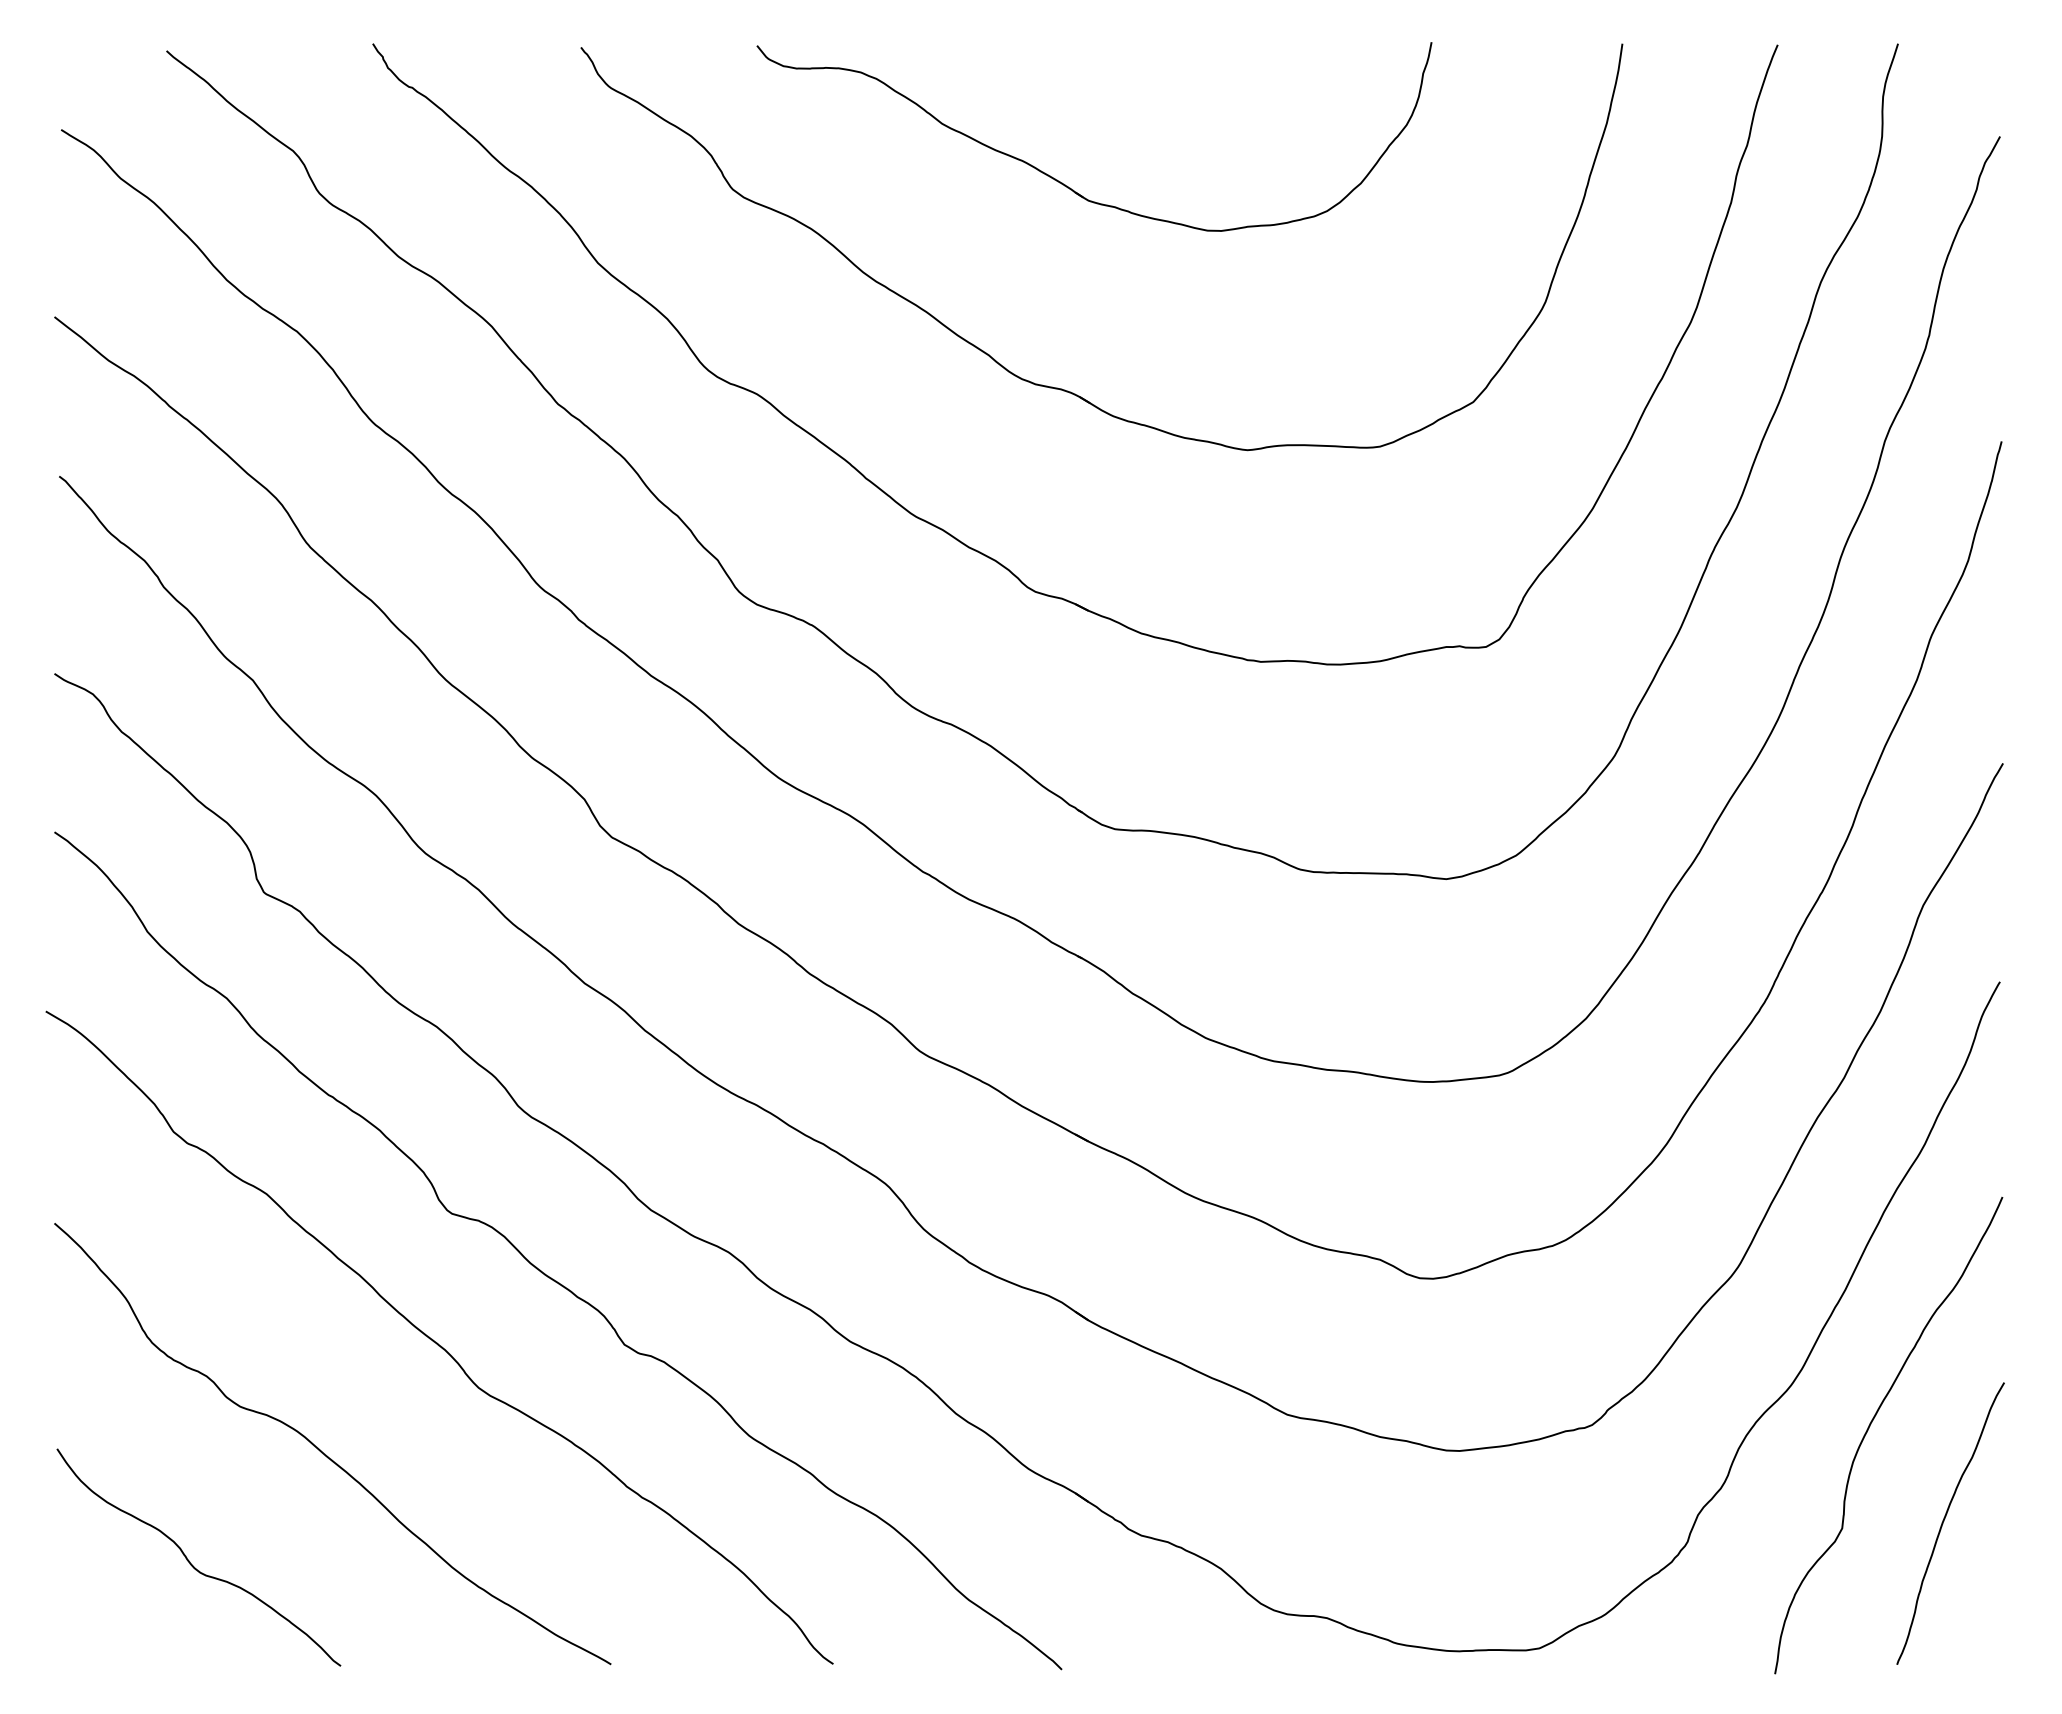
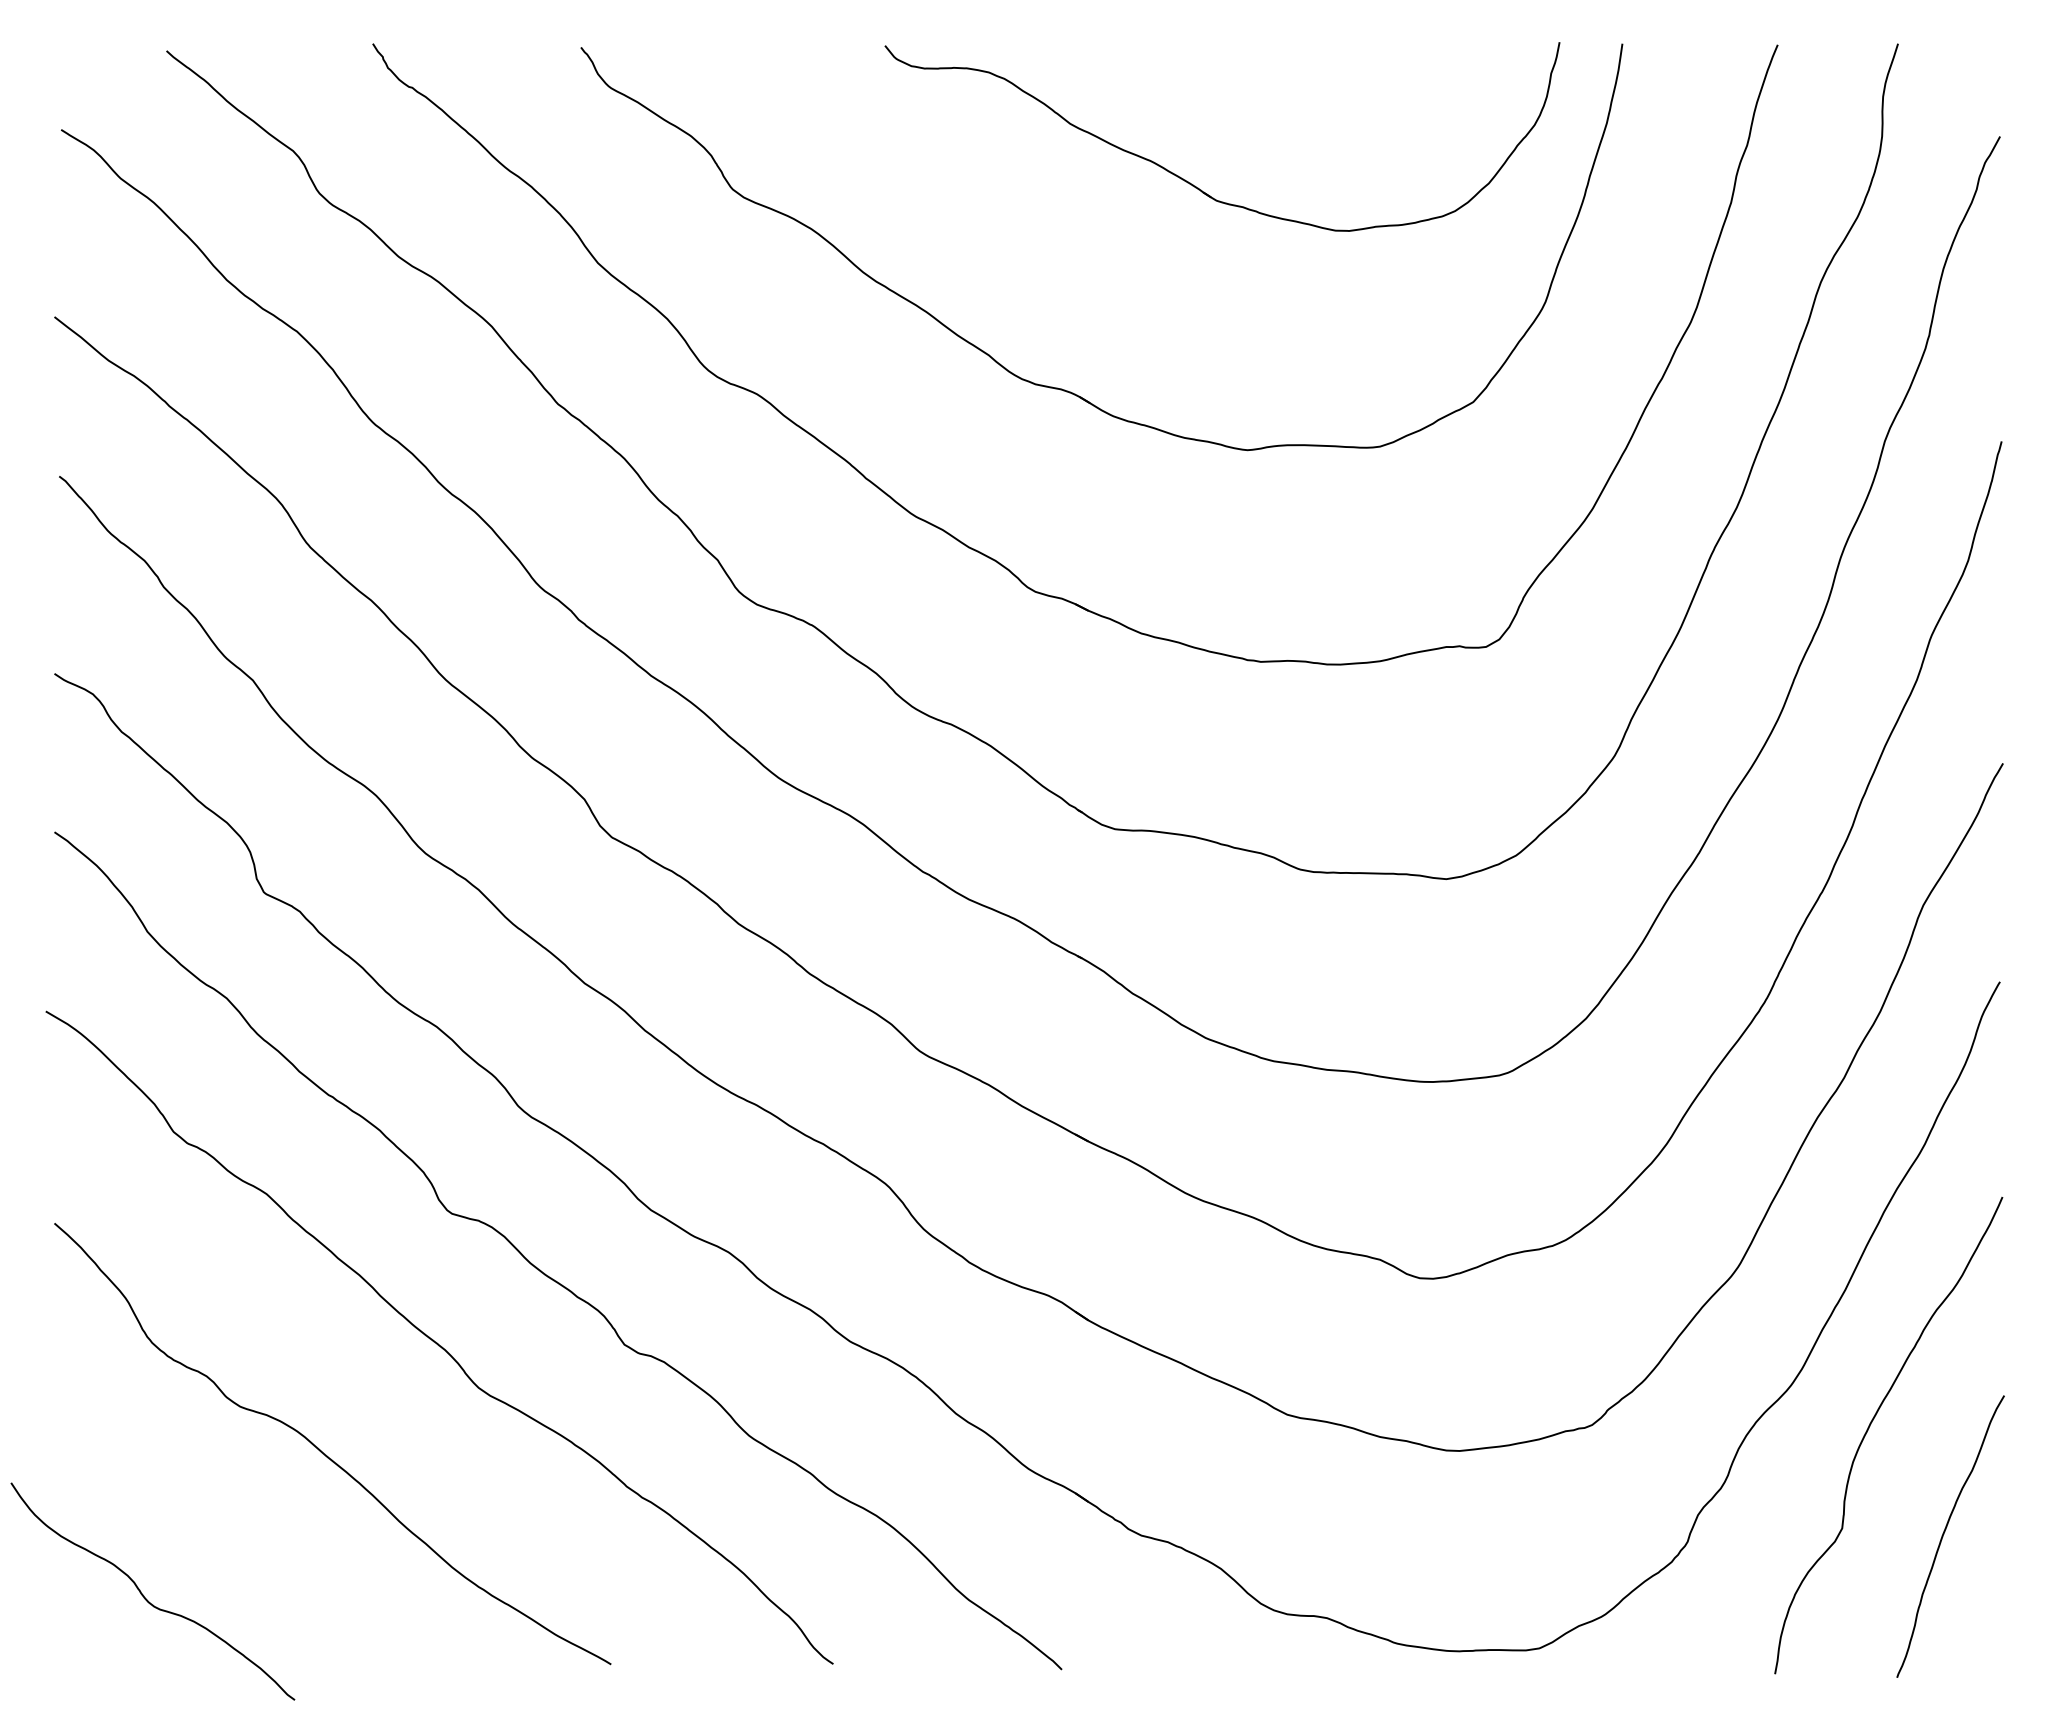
part at (1067, 185) position: (1067, 185) -> (1195, 185)
curve at (1944, 1521) position: (1944, 1521) -> (1944, 1534)
curve at (190, 1561) position: (190, 1561) -> (144, 1595)
